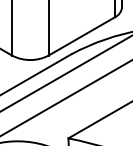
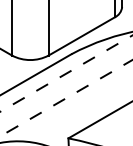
line at (66, 73): solid -> dashed
line at (66, 98): solid -> dashed
